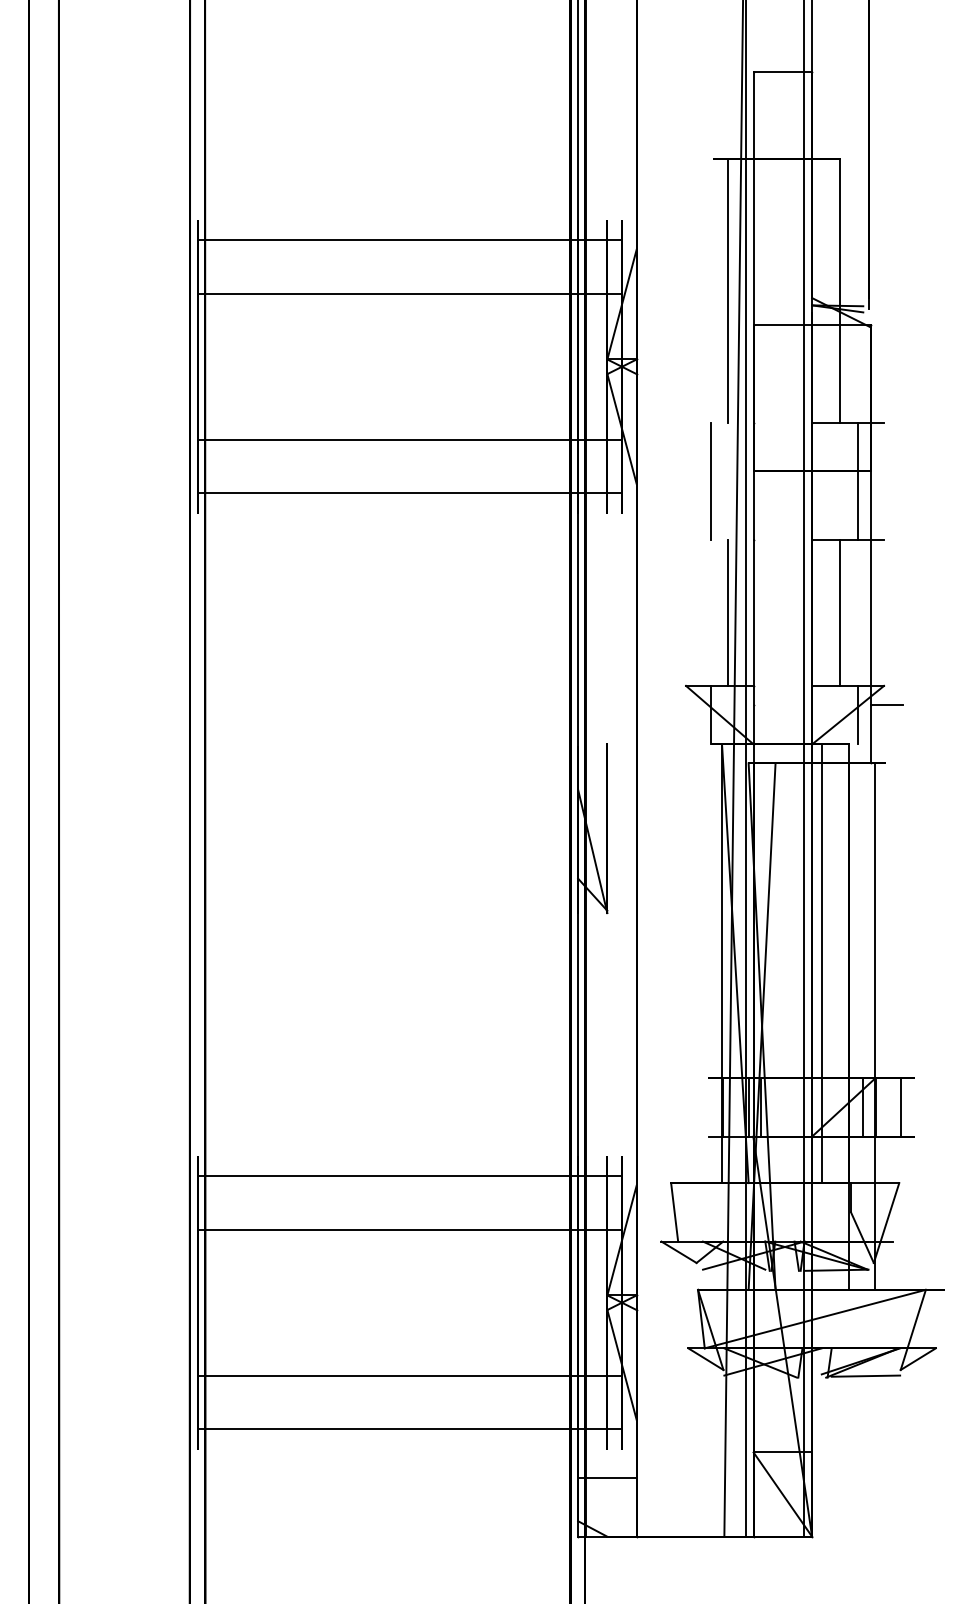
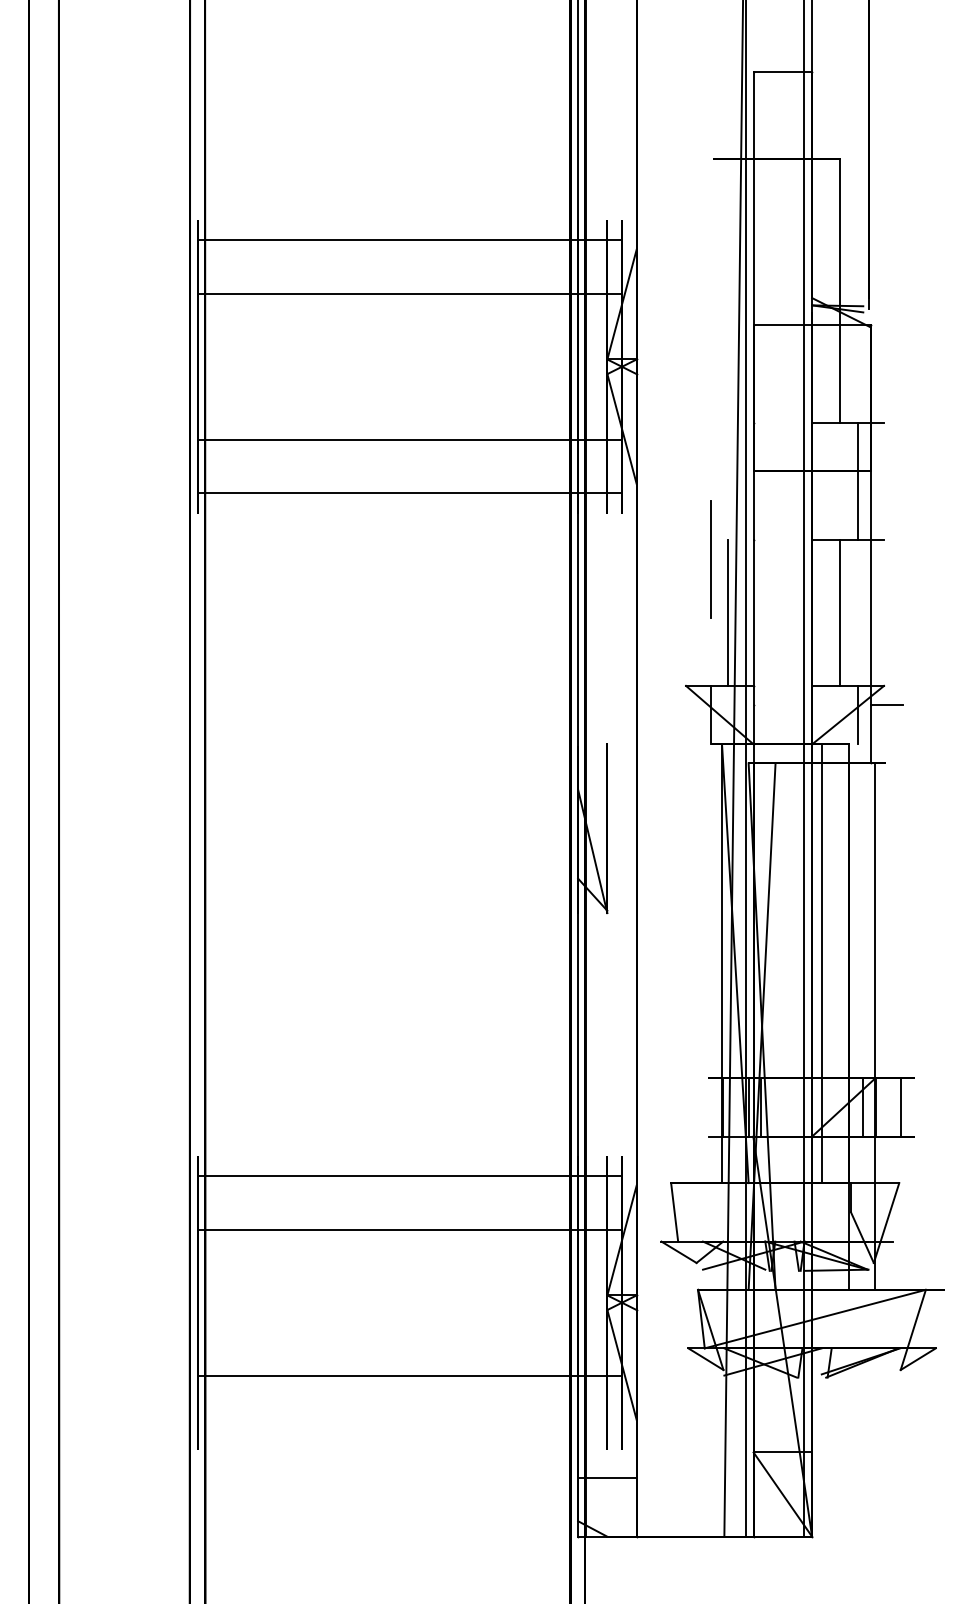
line at (728, 290): present -> none
line at (710, 481) position: (710, 481) -> (710, 559)
line at (865, 1375): present -> none
line at (409, 1429): present -> none
